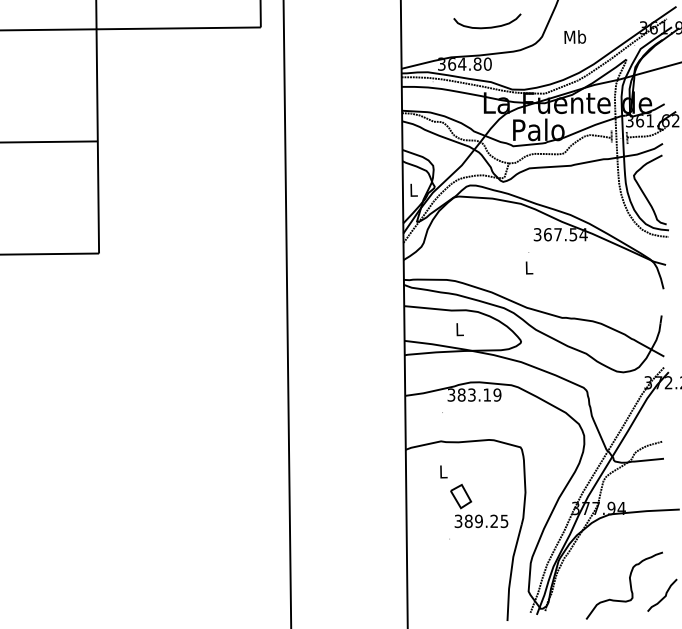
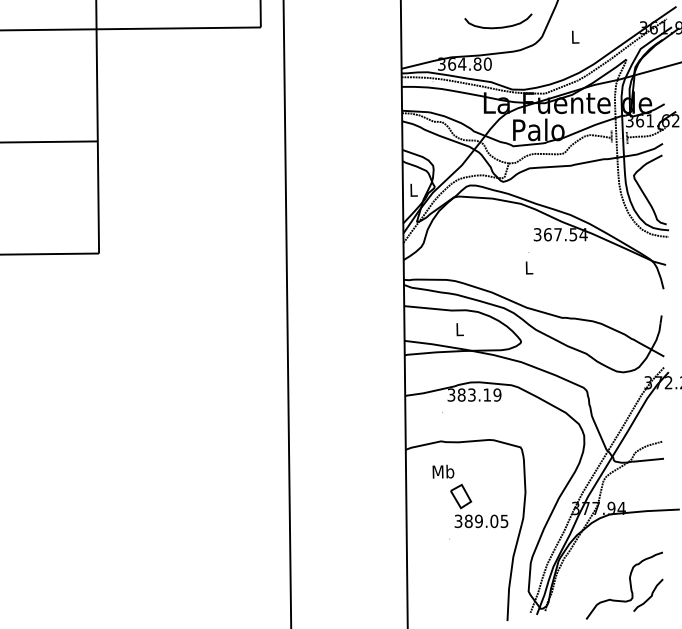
curve at (488, 26) position: (488, 26) -> (499, 26)
text at (575, 36): Mb -> L
text at (443, 471): L -> Mb
text at (494, 521): 389.25 -> 389.05
curve at (664, 595) position: (664, 595) -> (650, 595)
